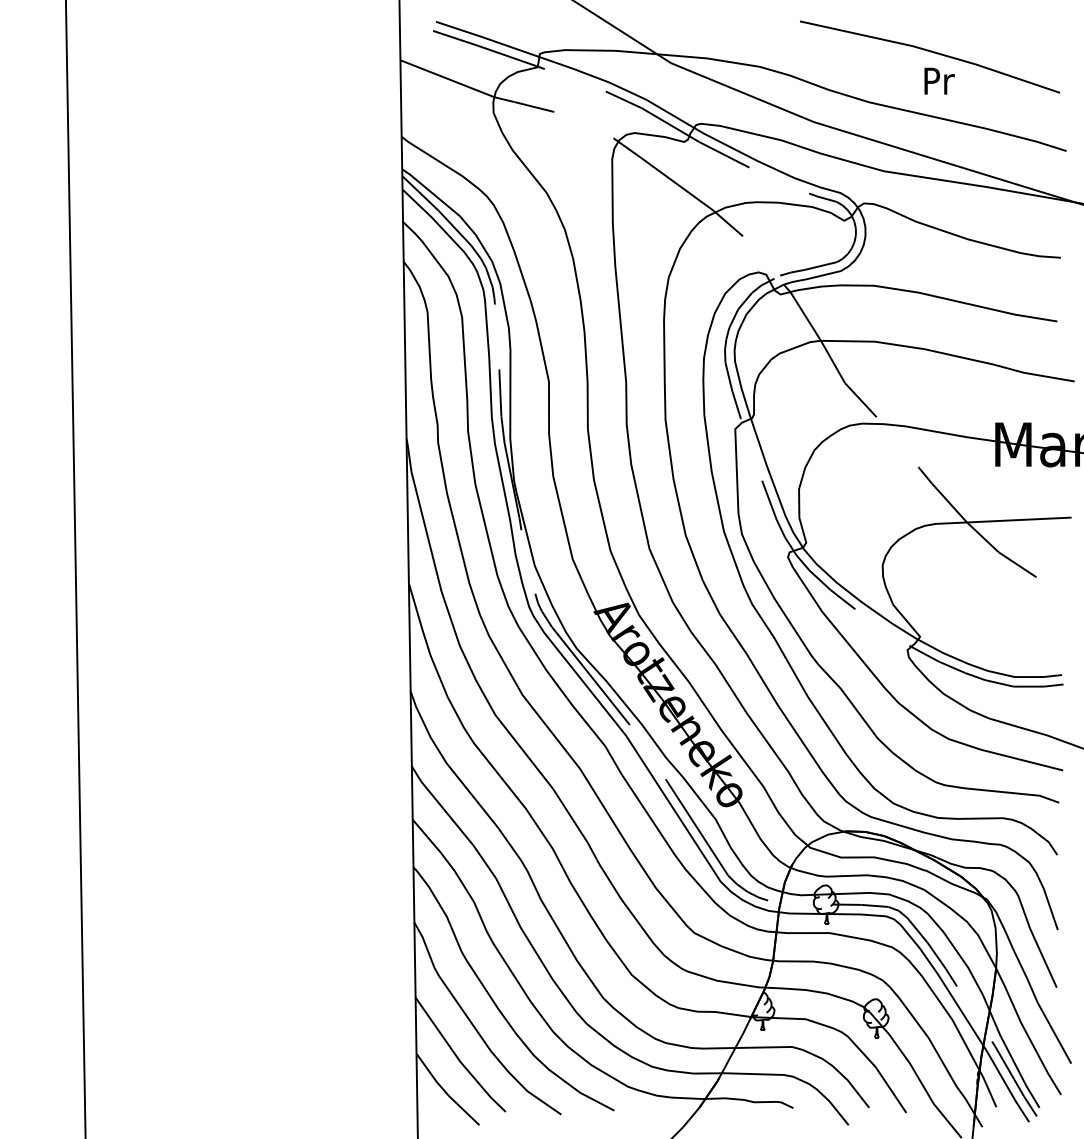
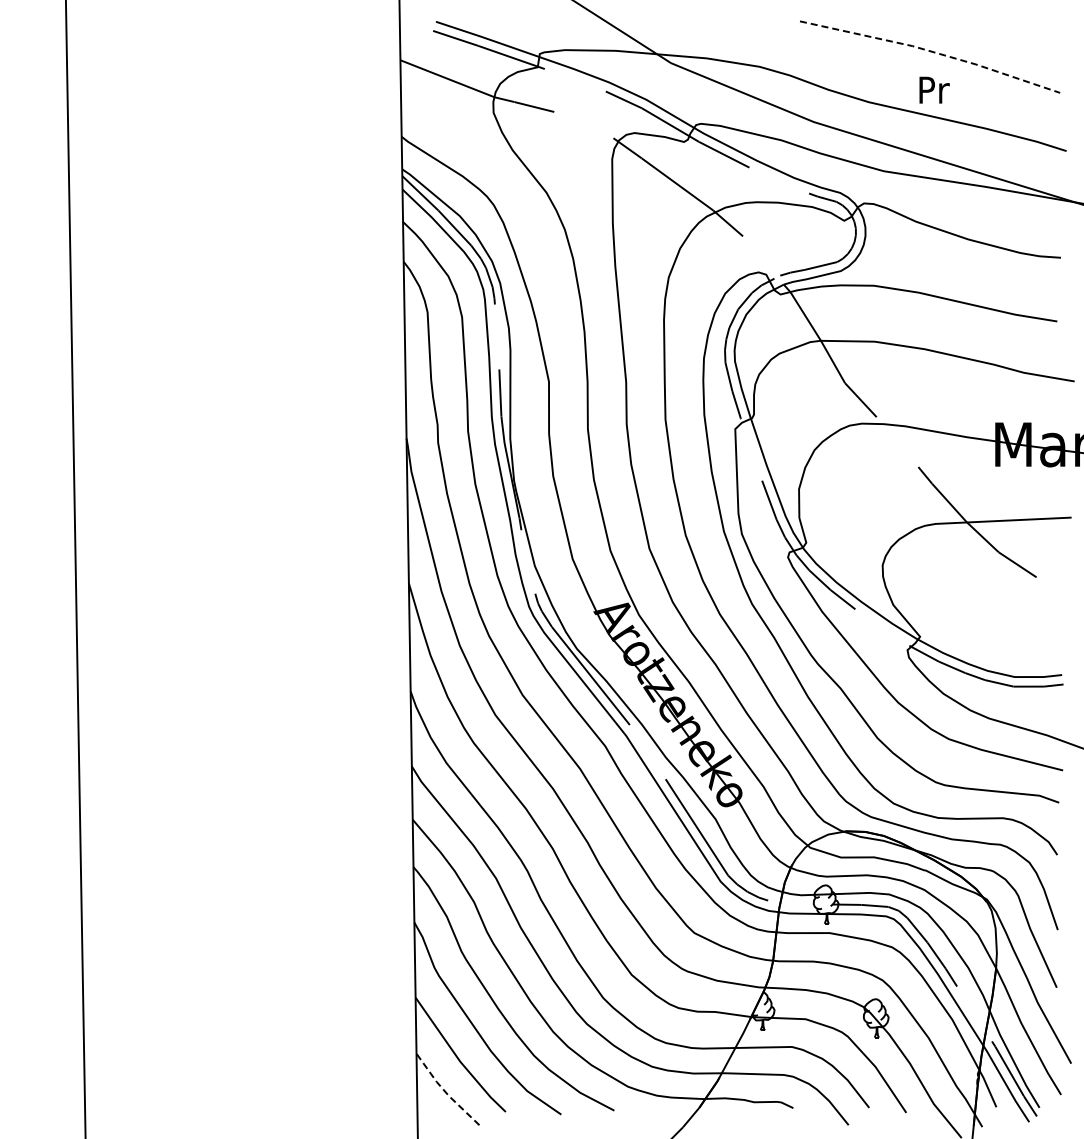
line at (931, 51): solid -> dashed
text at (939, 80) position: (939, 80) -> (934, 89)
line at (445, 1091): solid -> dashed
